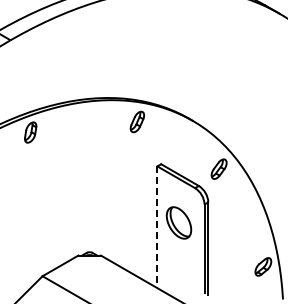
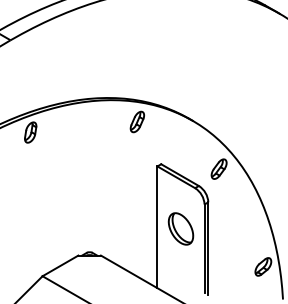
part at (178, 222) position: (178, 222) -> (180, 228)
line at (157, 227): dashed -> solid
